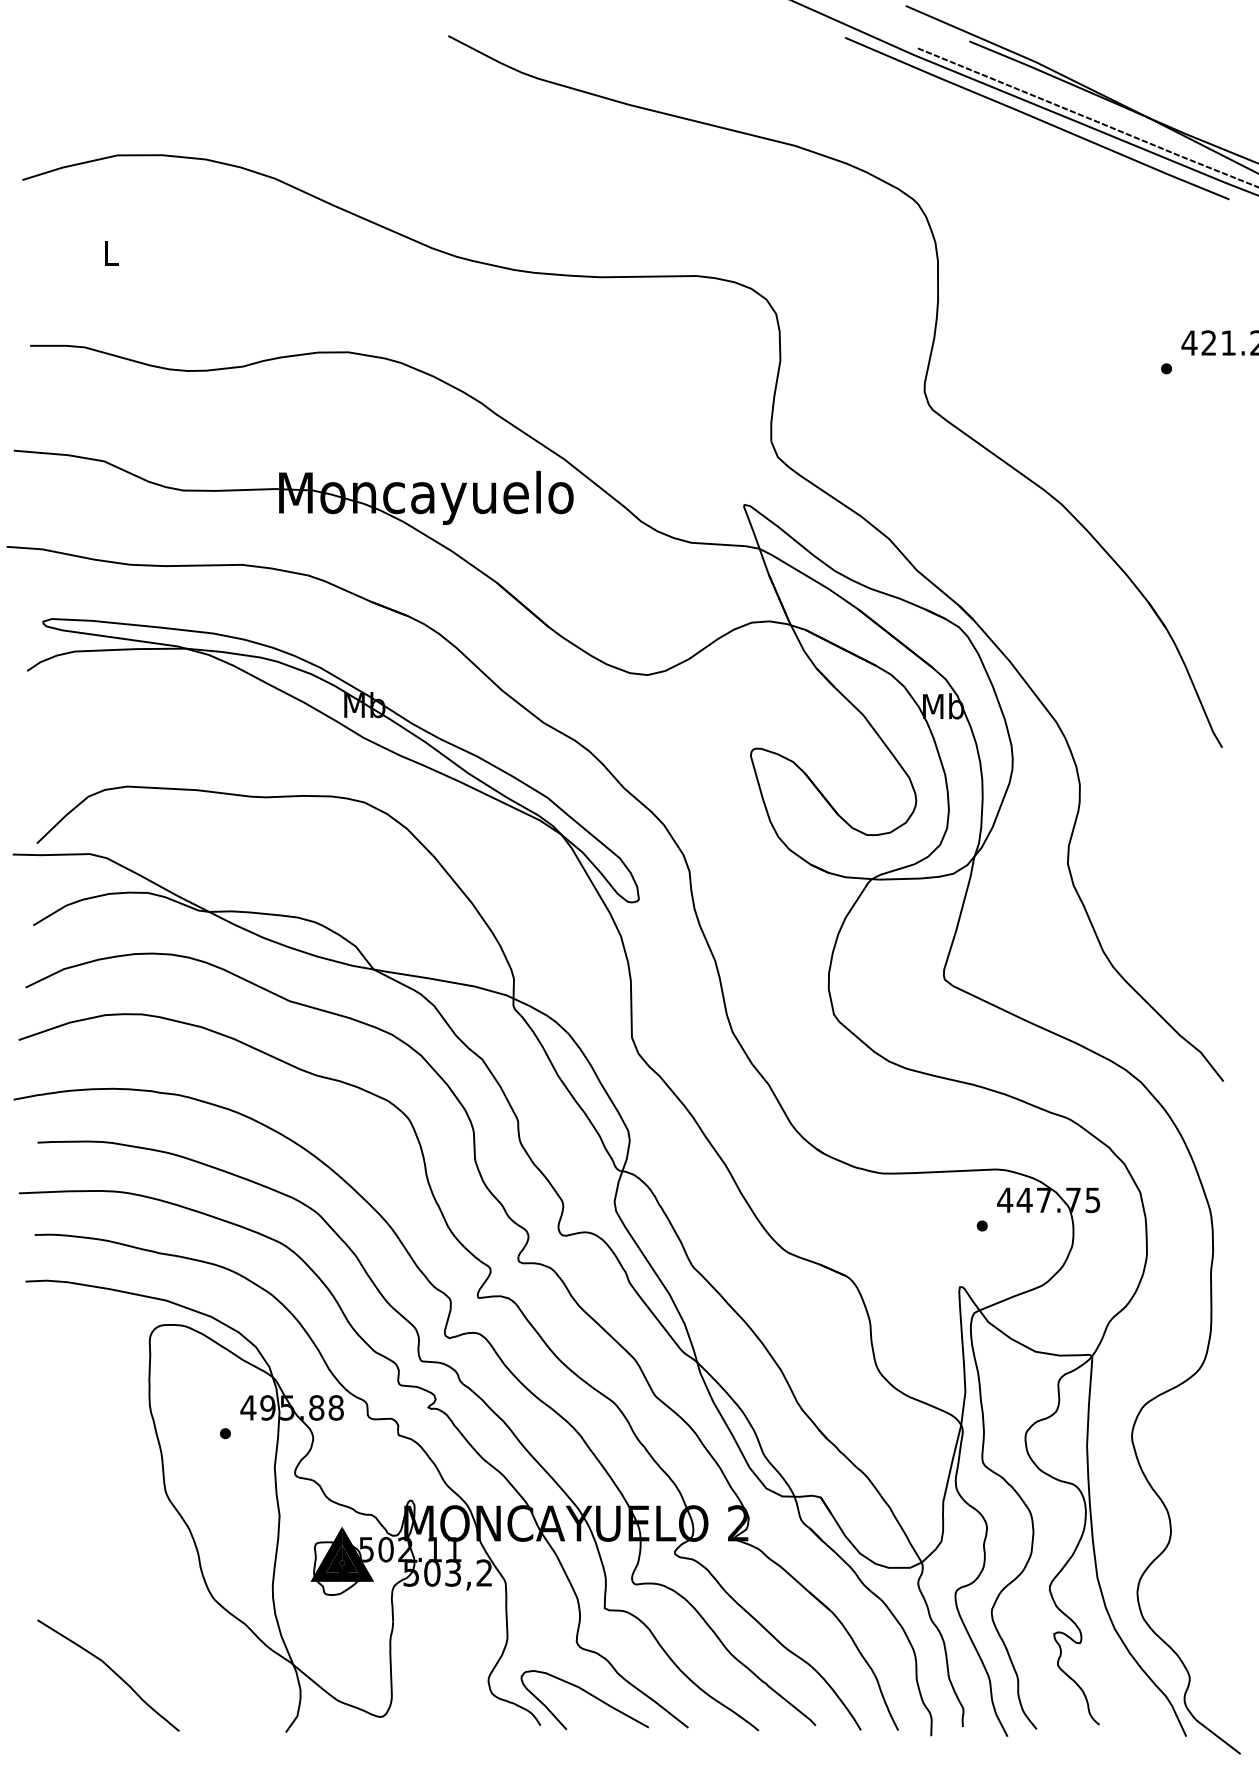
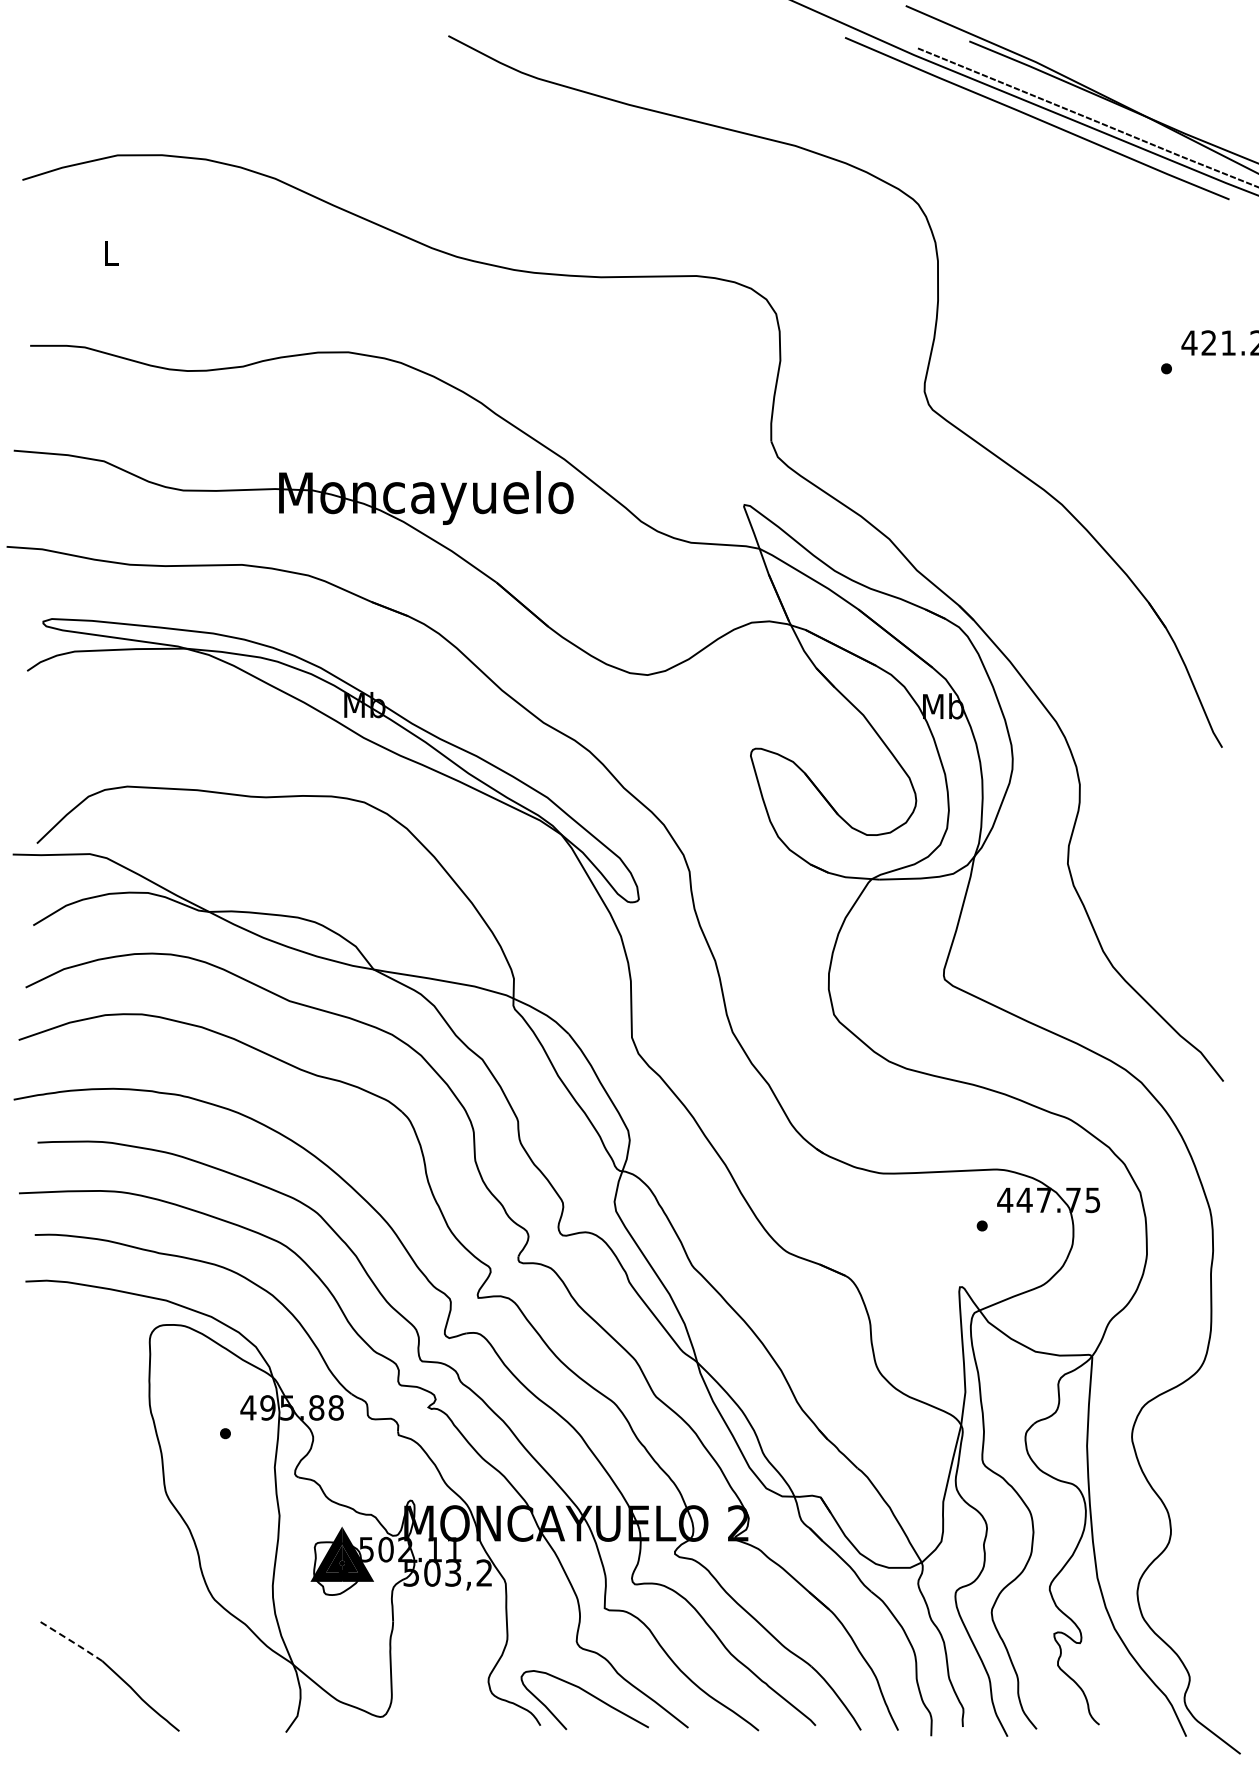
line at (70, 1640): solid -> dashed
